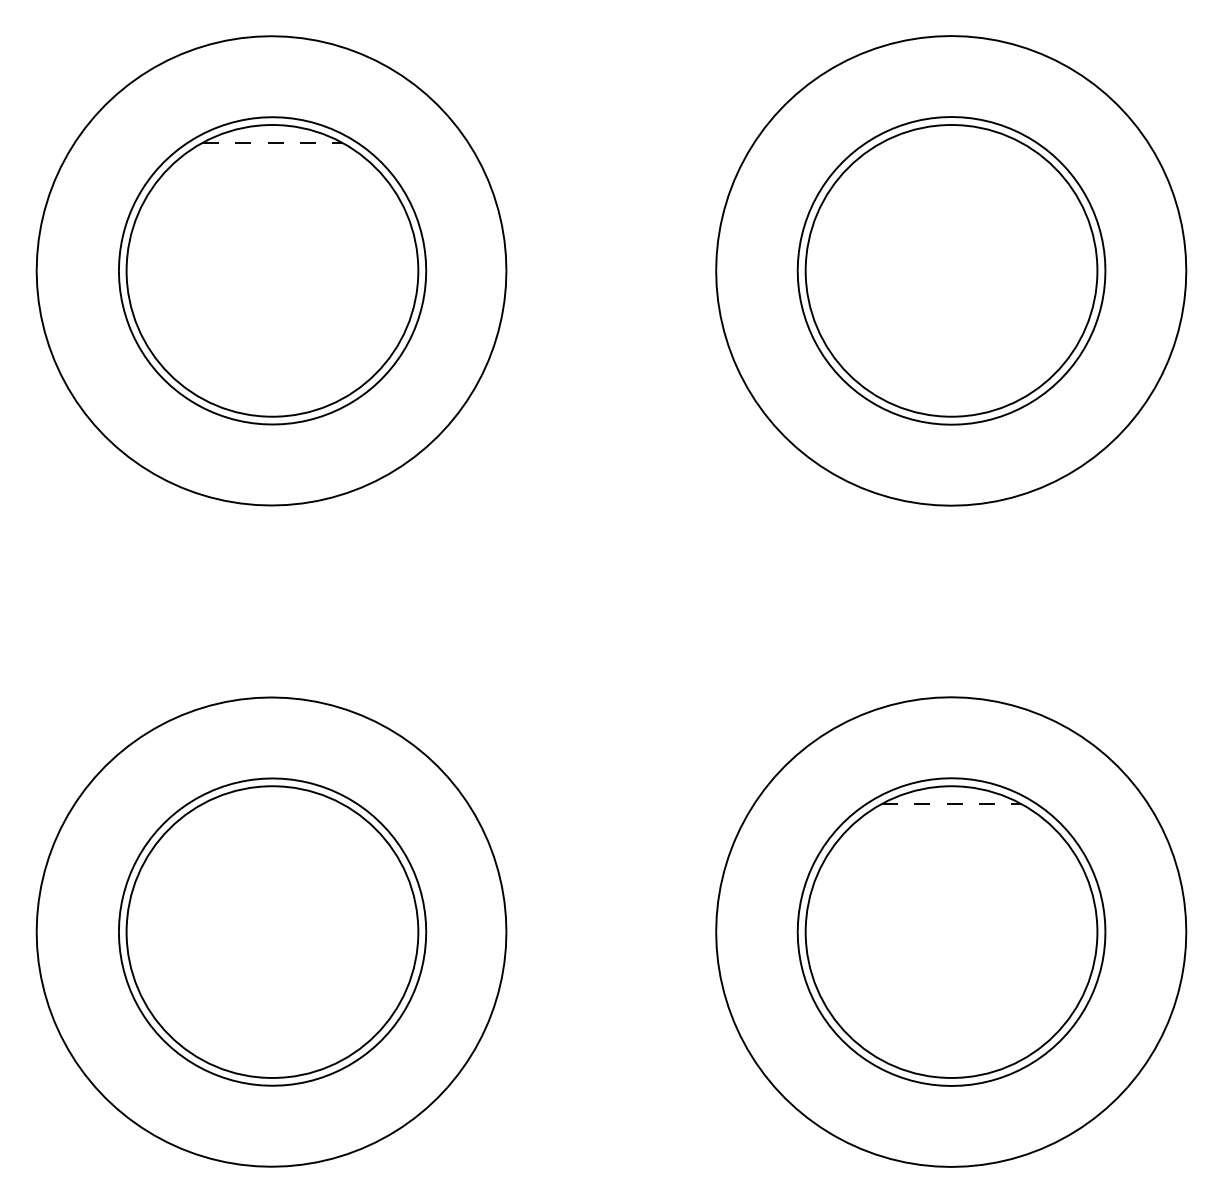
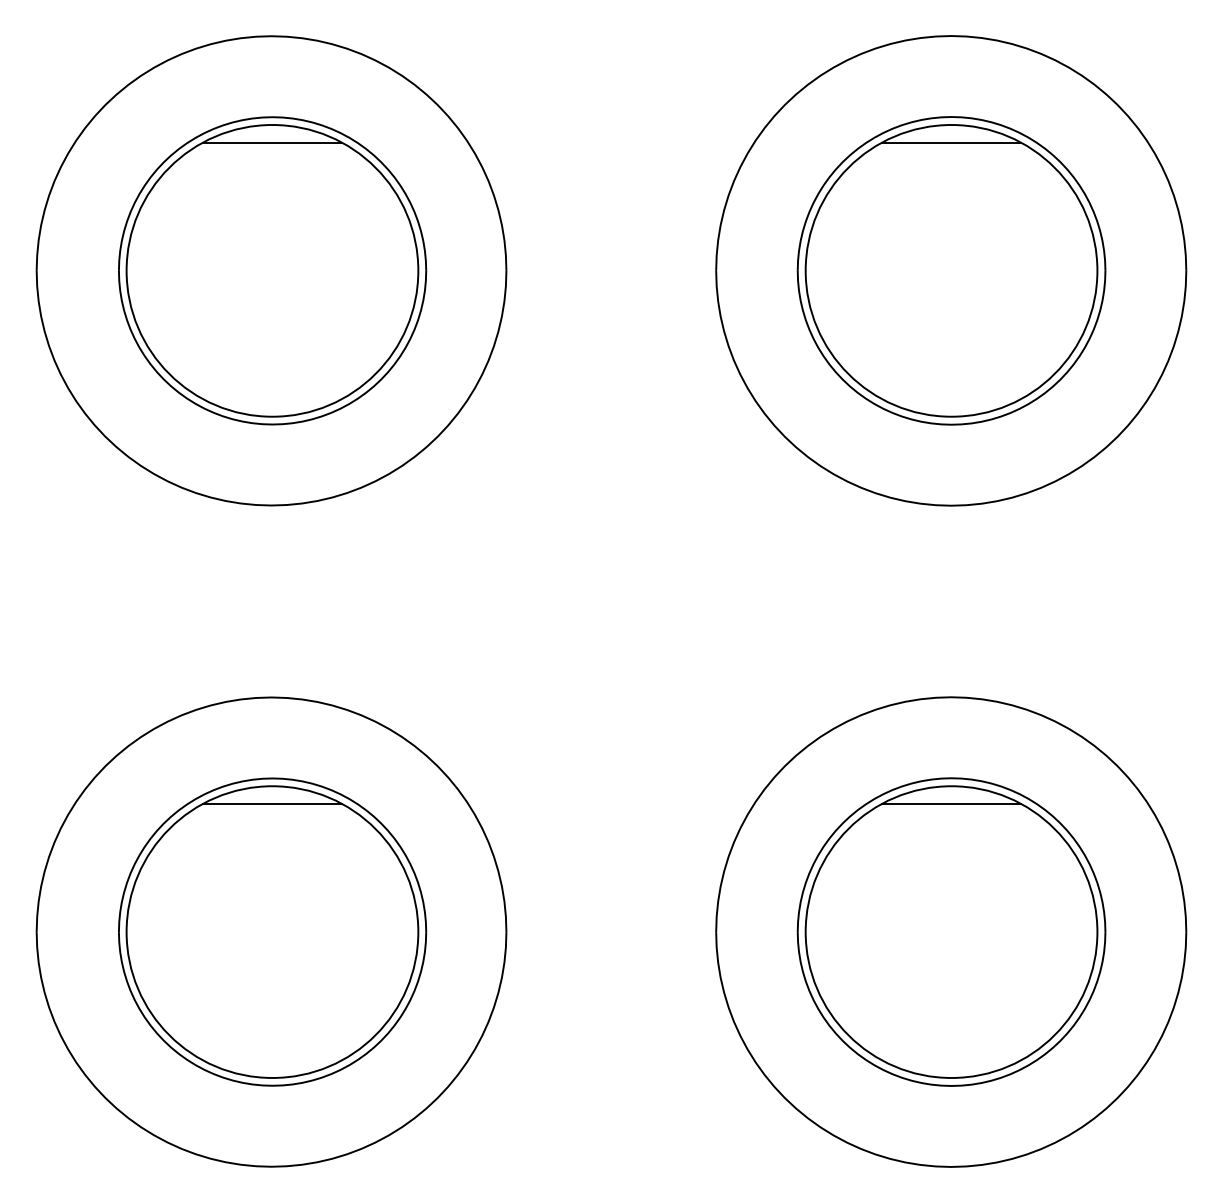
line at (272, 142): dashed -> solid
line at (951, 142): none -> present
line at (272, 804): none -> present
line at (951, 804): dashed -> solid
